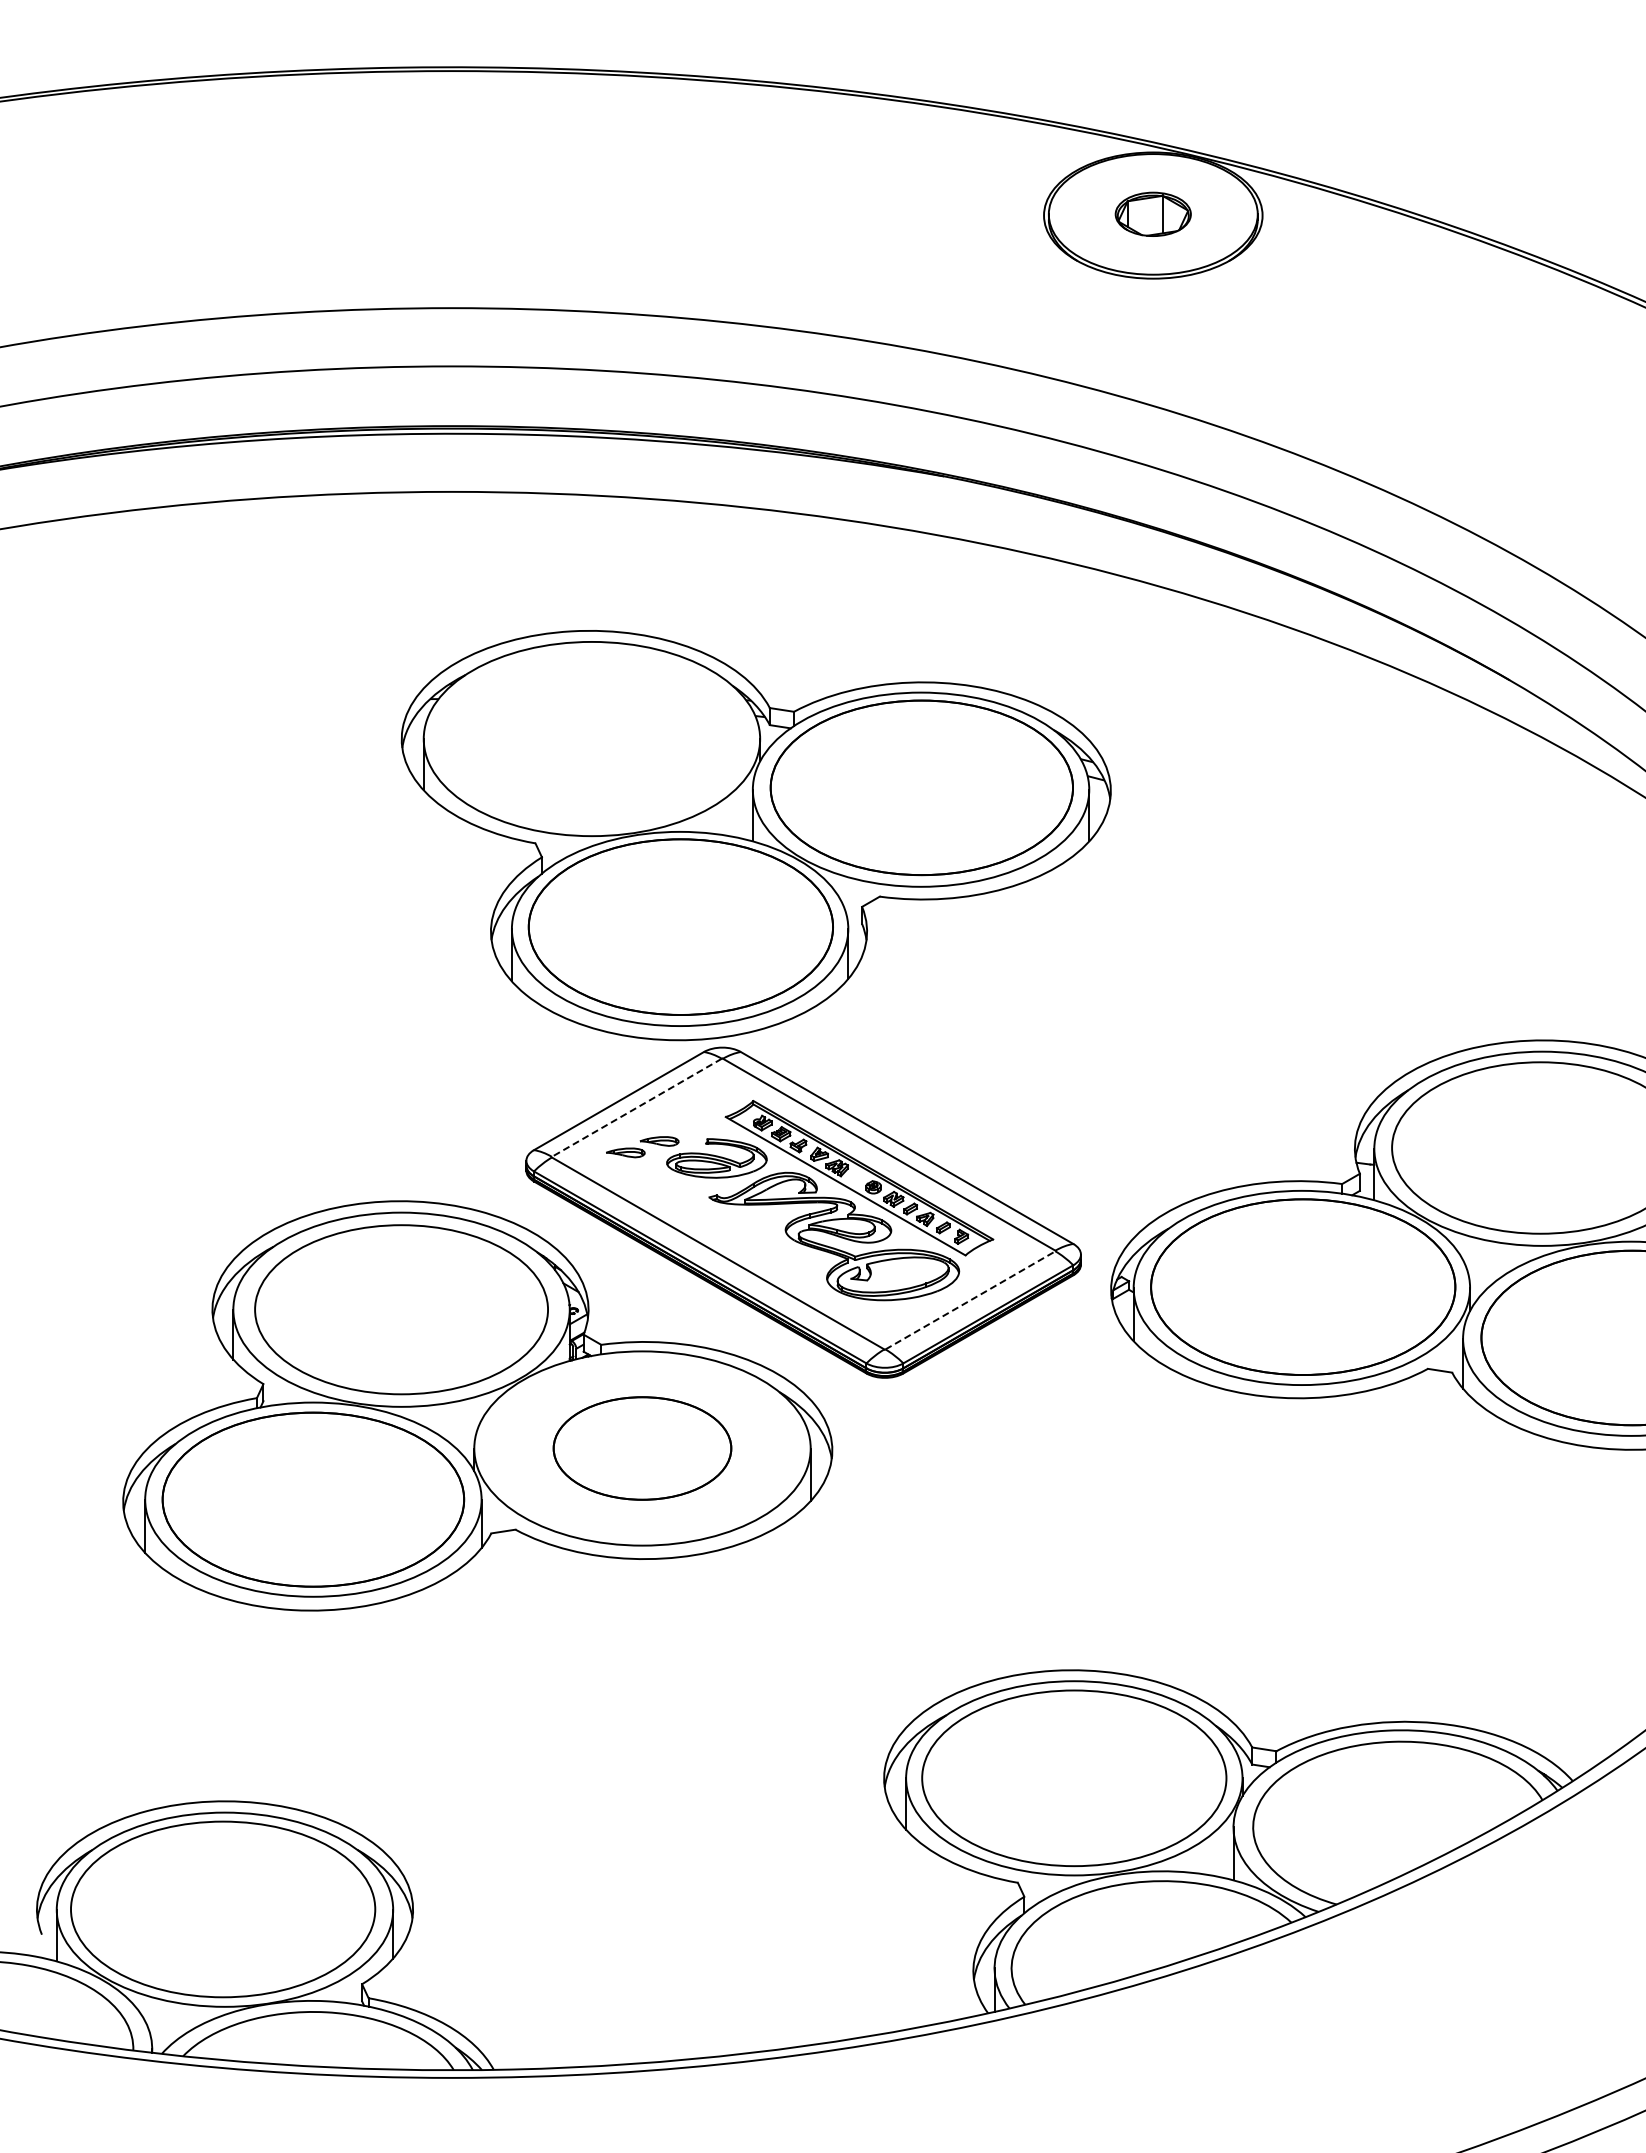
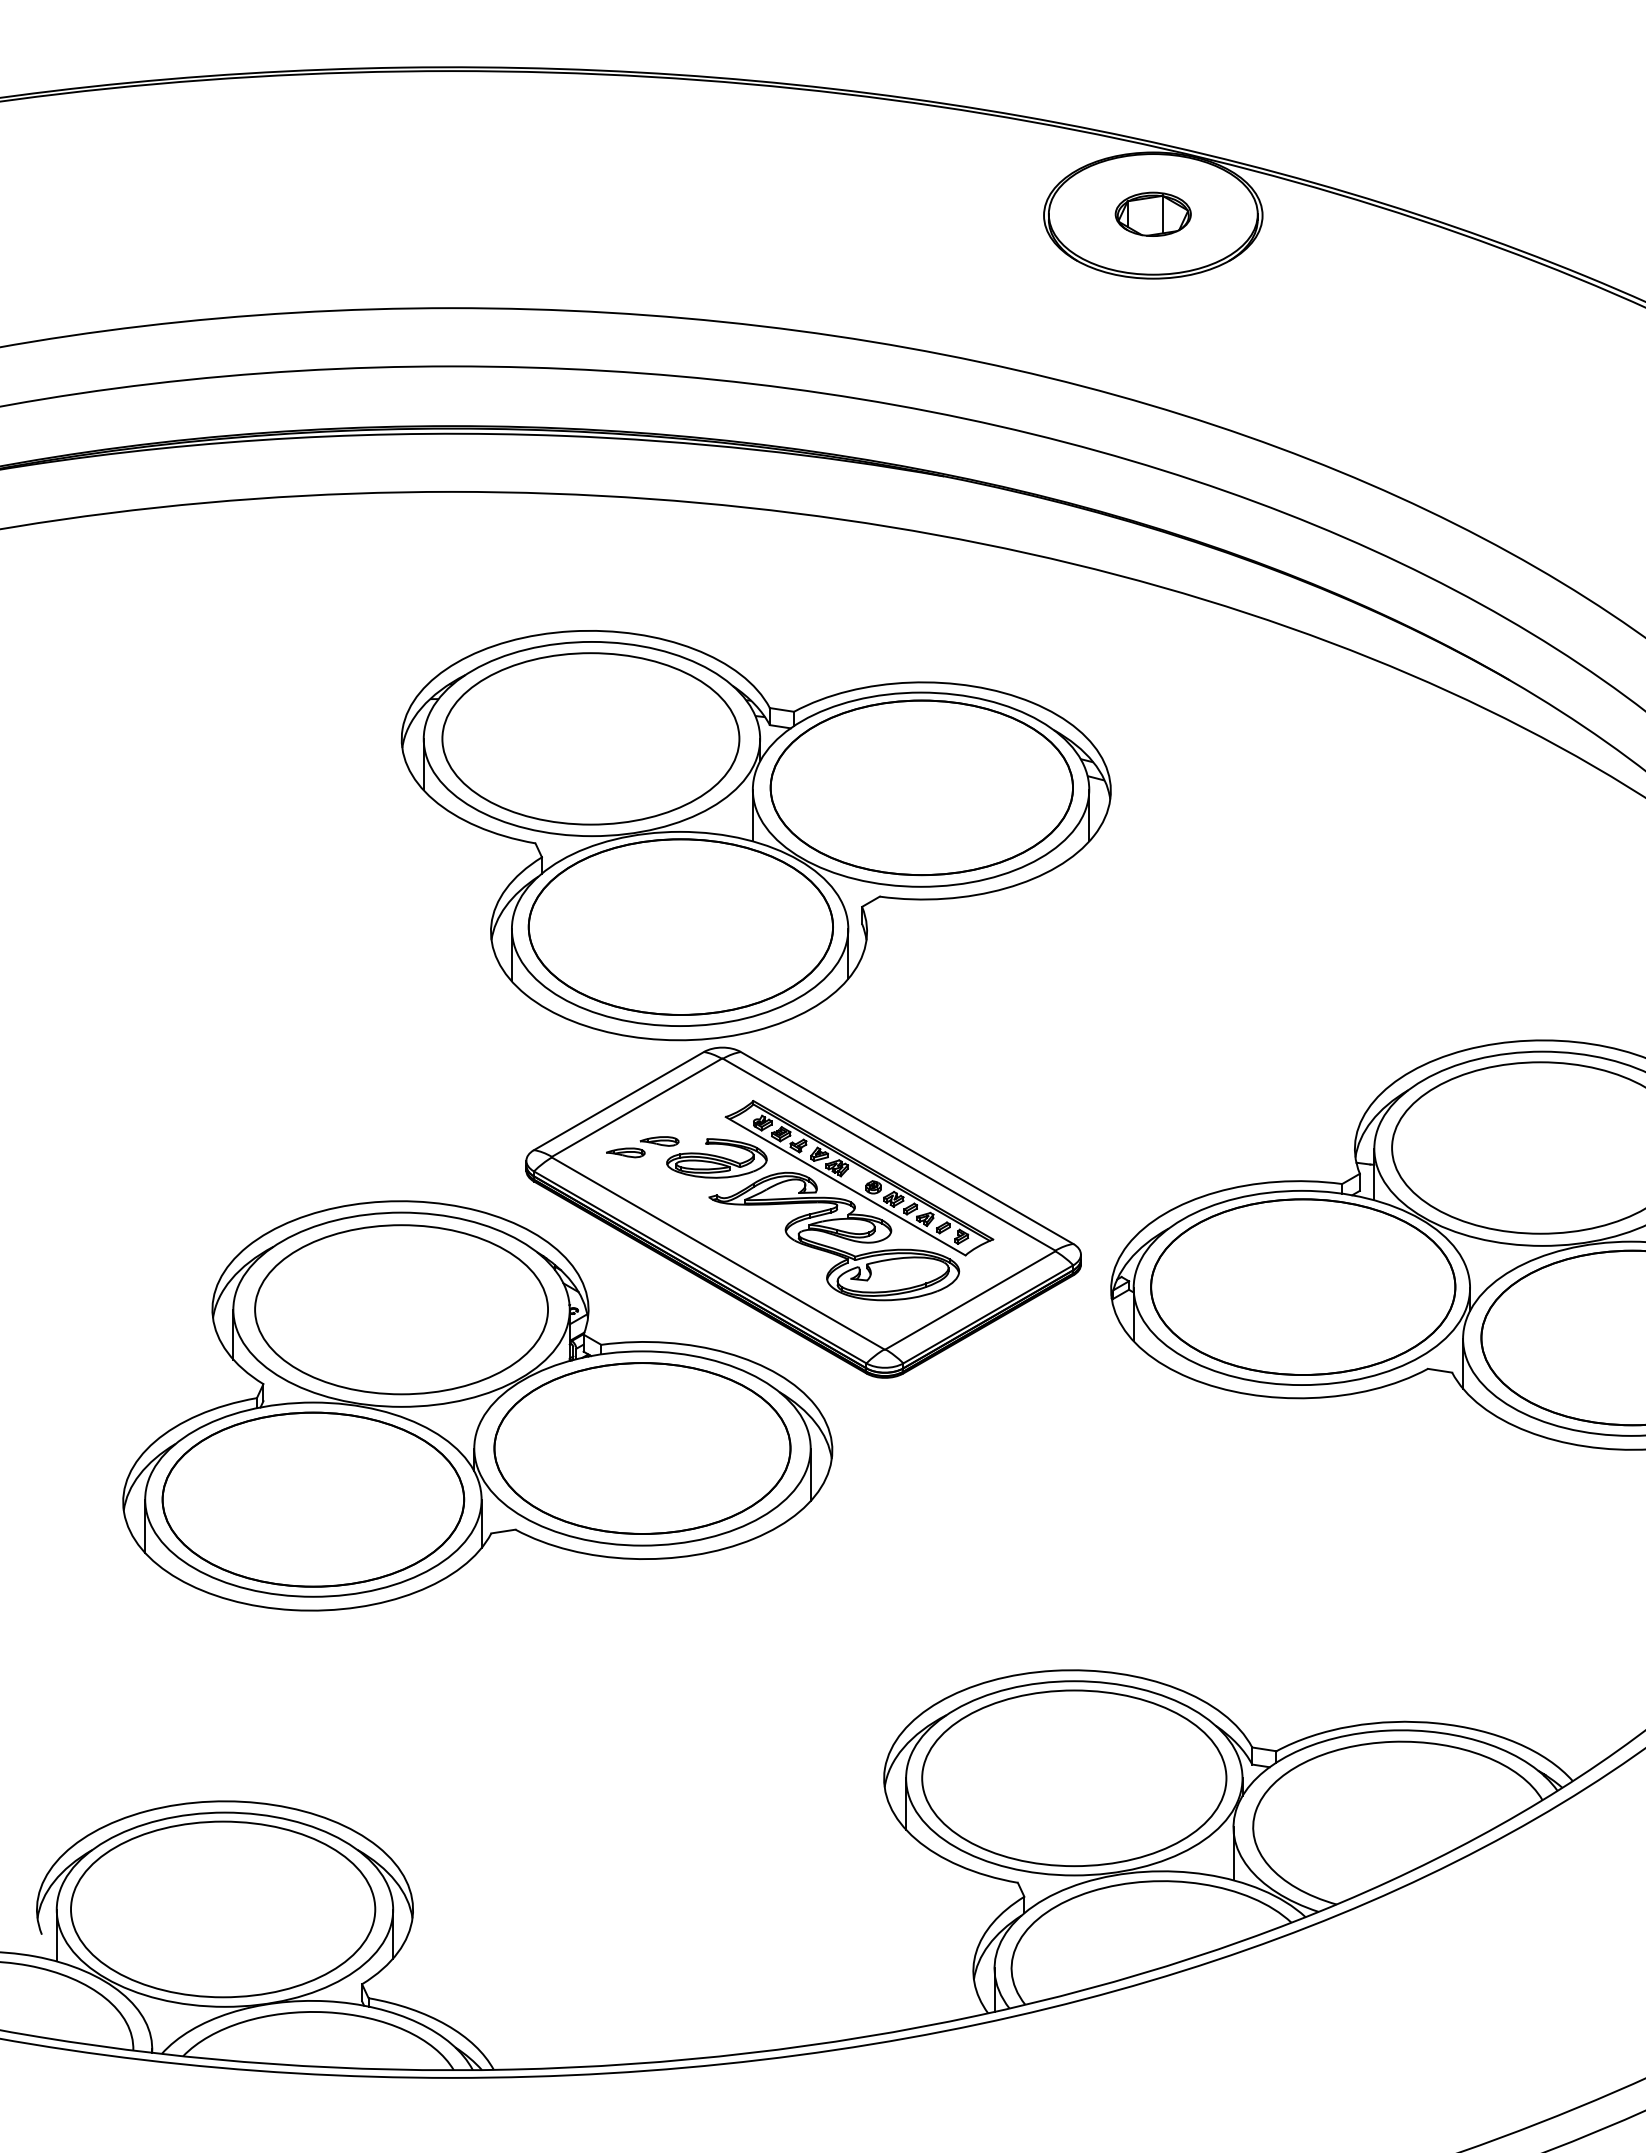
part at (590, 738): none -> present
line at (636, 1108): dashed -> solid
line at (970, 1300): dashed -> solid
part at (642, 1448) size: 181x105 px -> 299x173 px
